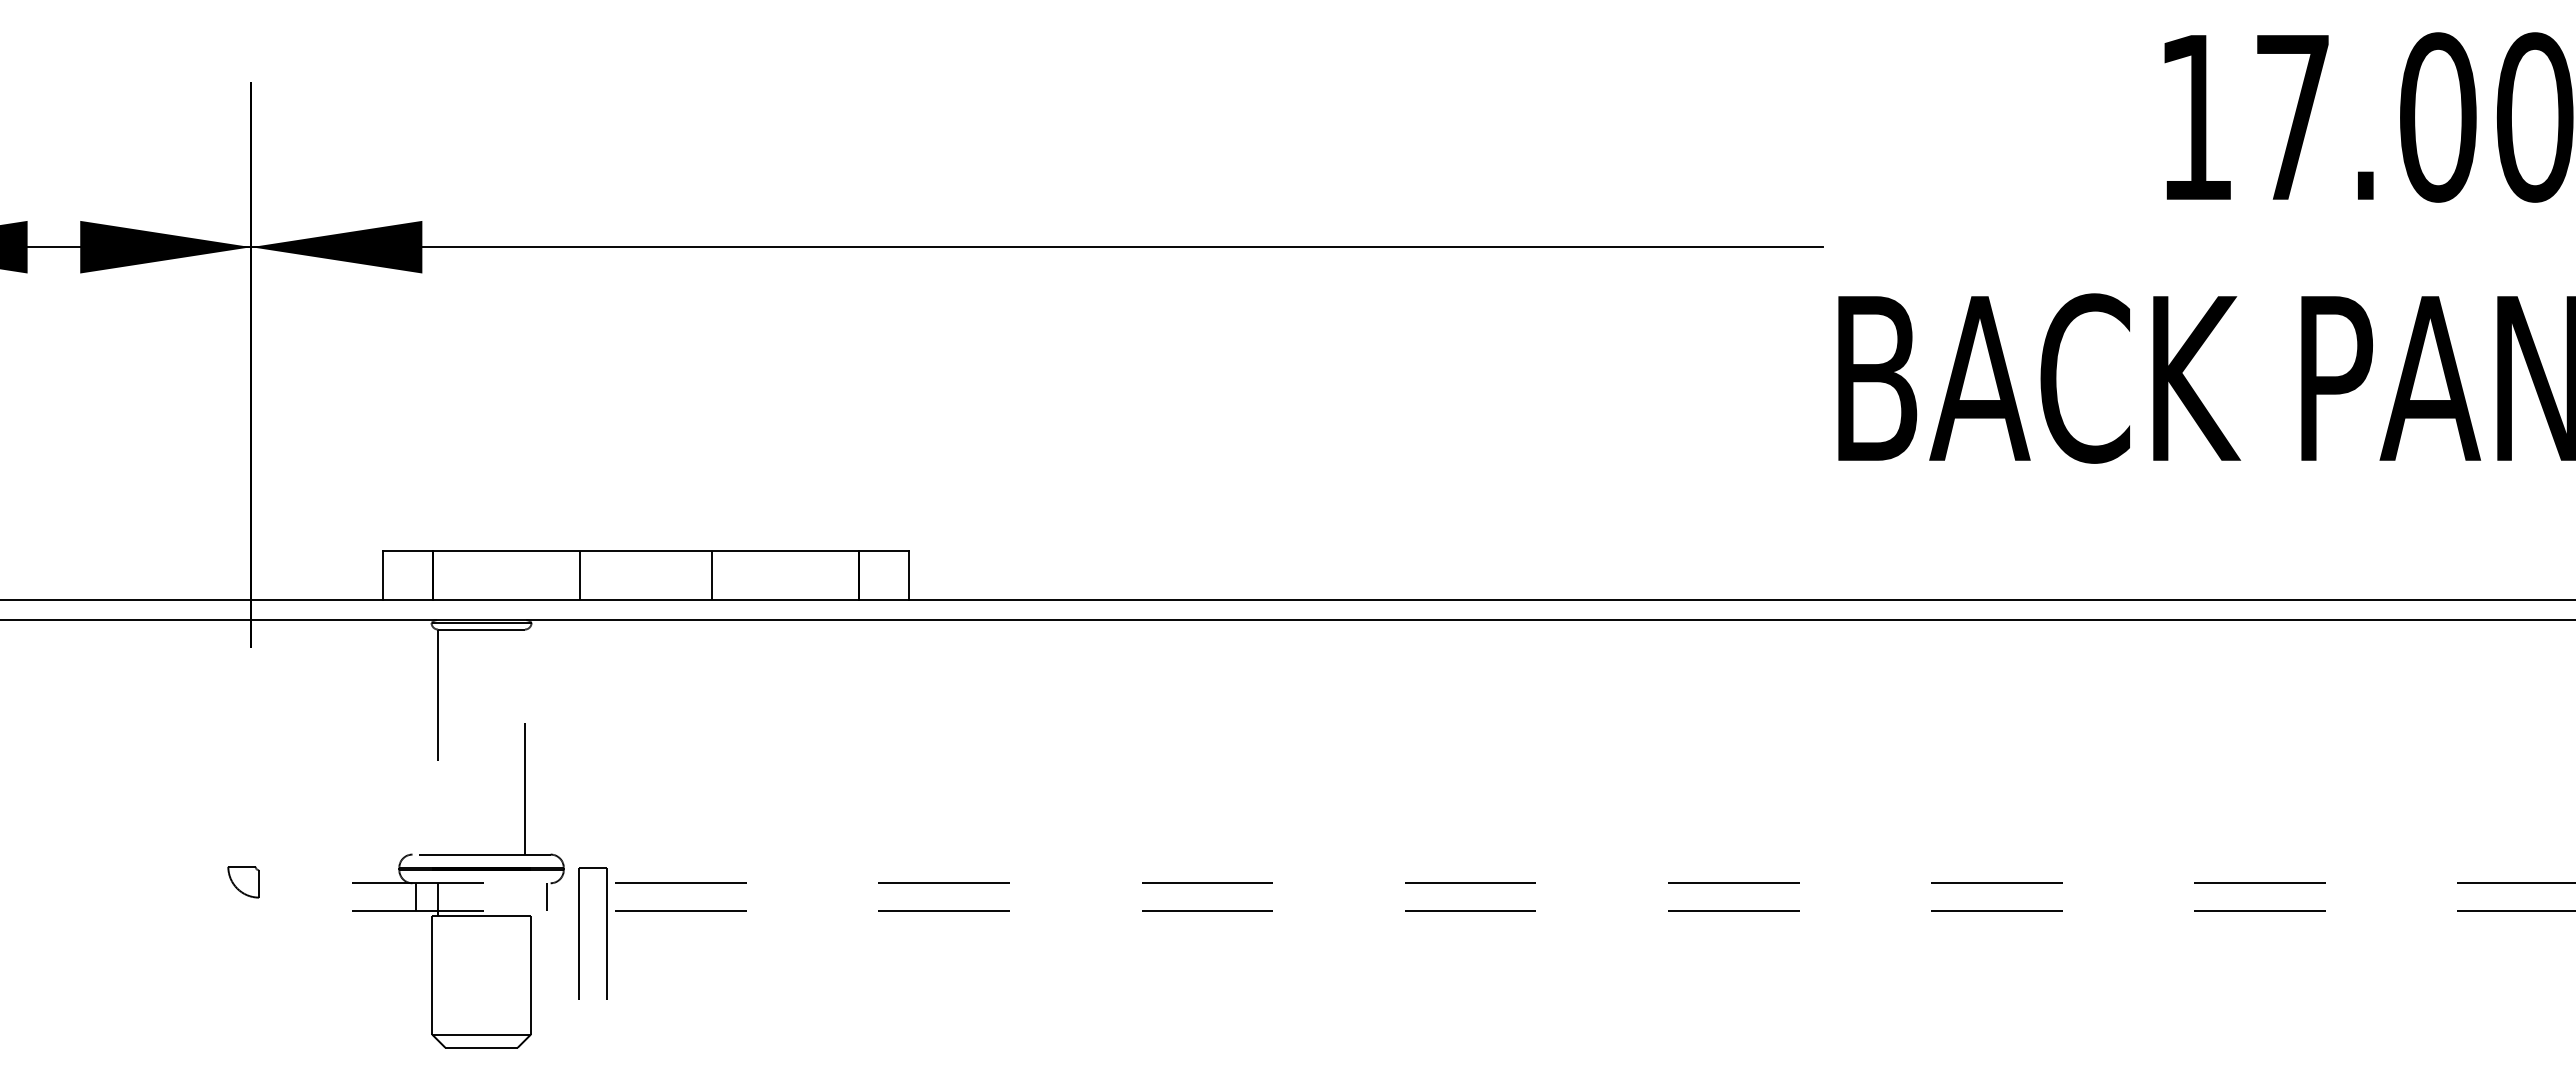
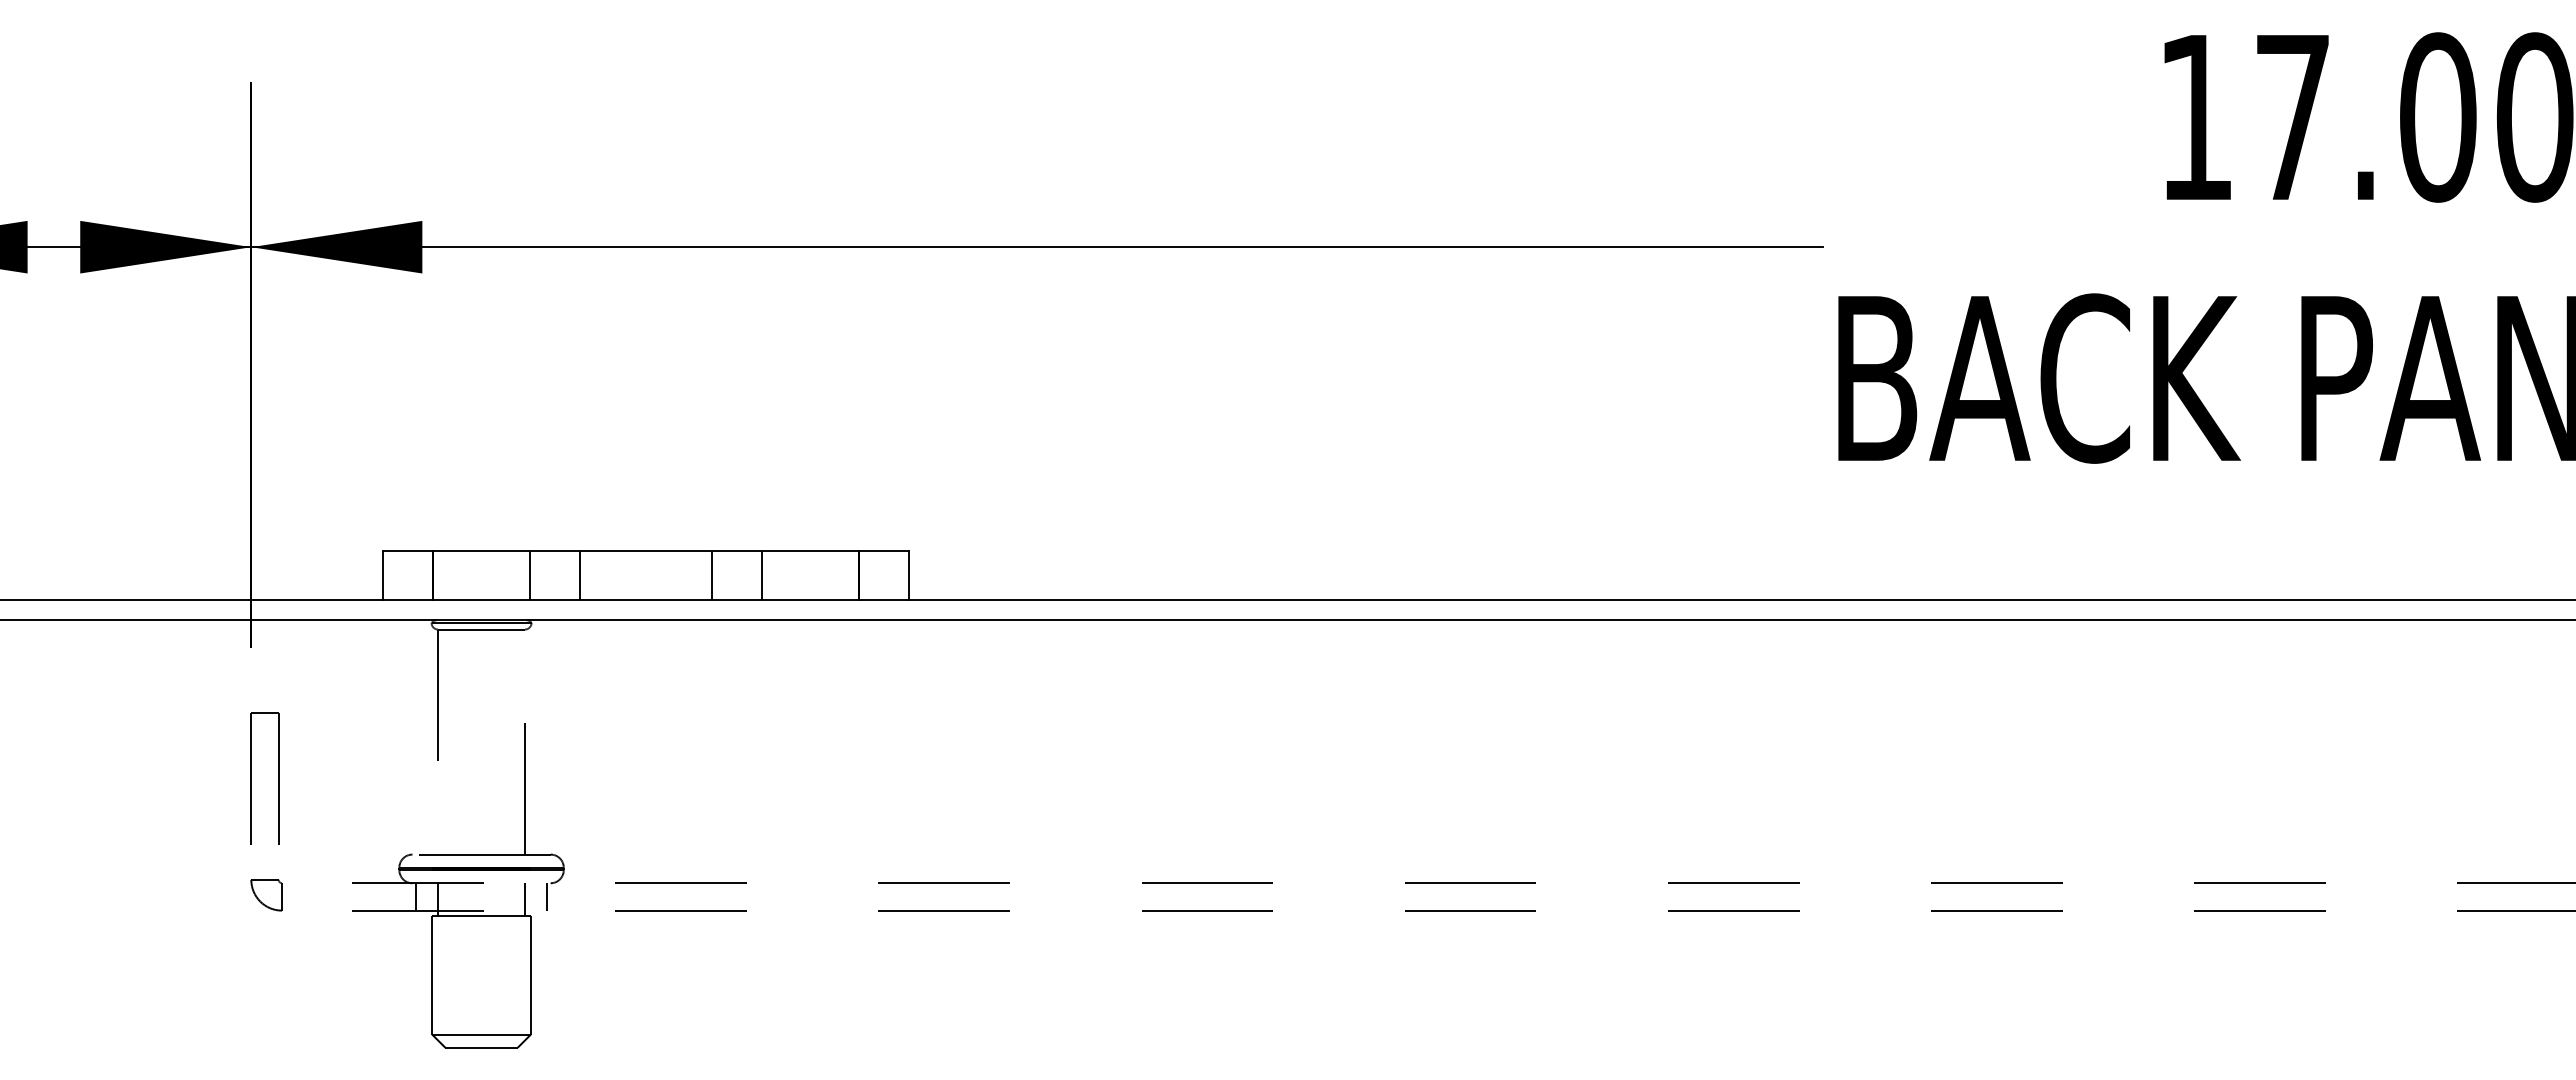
line at (530, 575): none -> present
line at (761, 575): none -> present
part at (243, 882) position: (243, 882) -> (266, 895)
line at (524, 899): none -> present
part at (579, 933) position: (579, 933) -> (251, 778)
